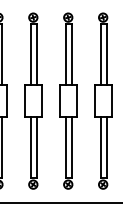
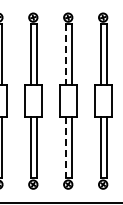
line at (65, 54): solid -> dashed
line at (65, 147): solid -> dashed
